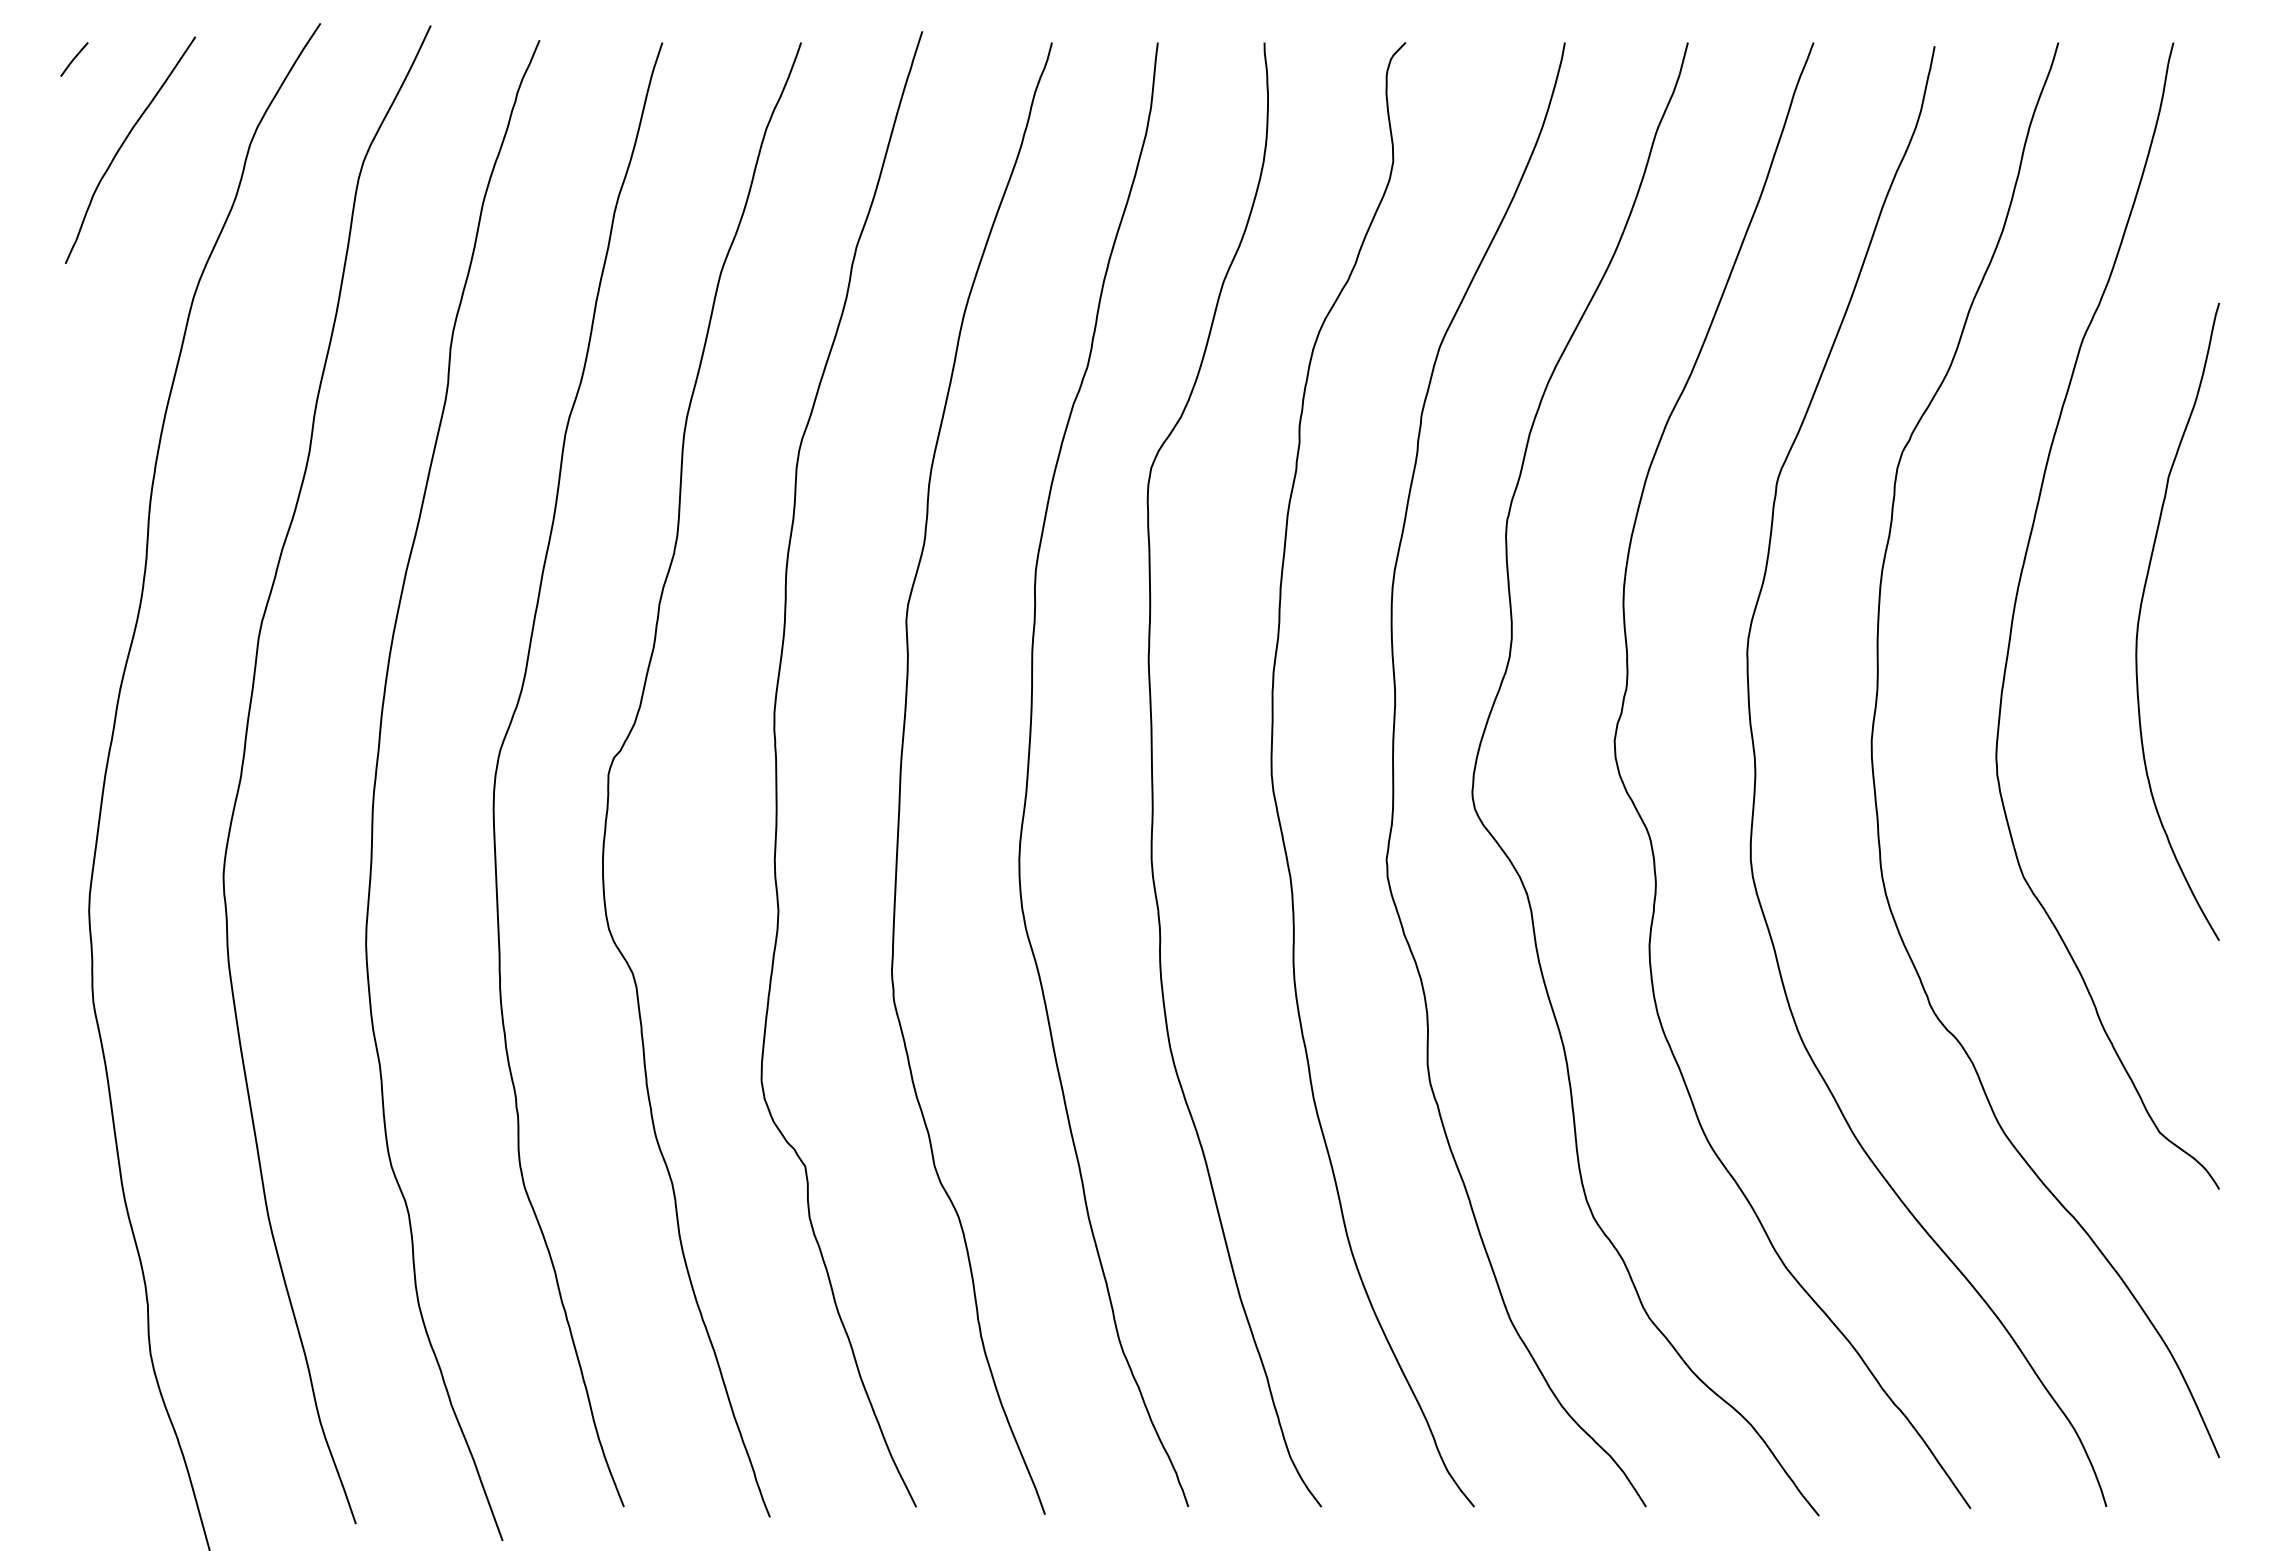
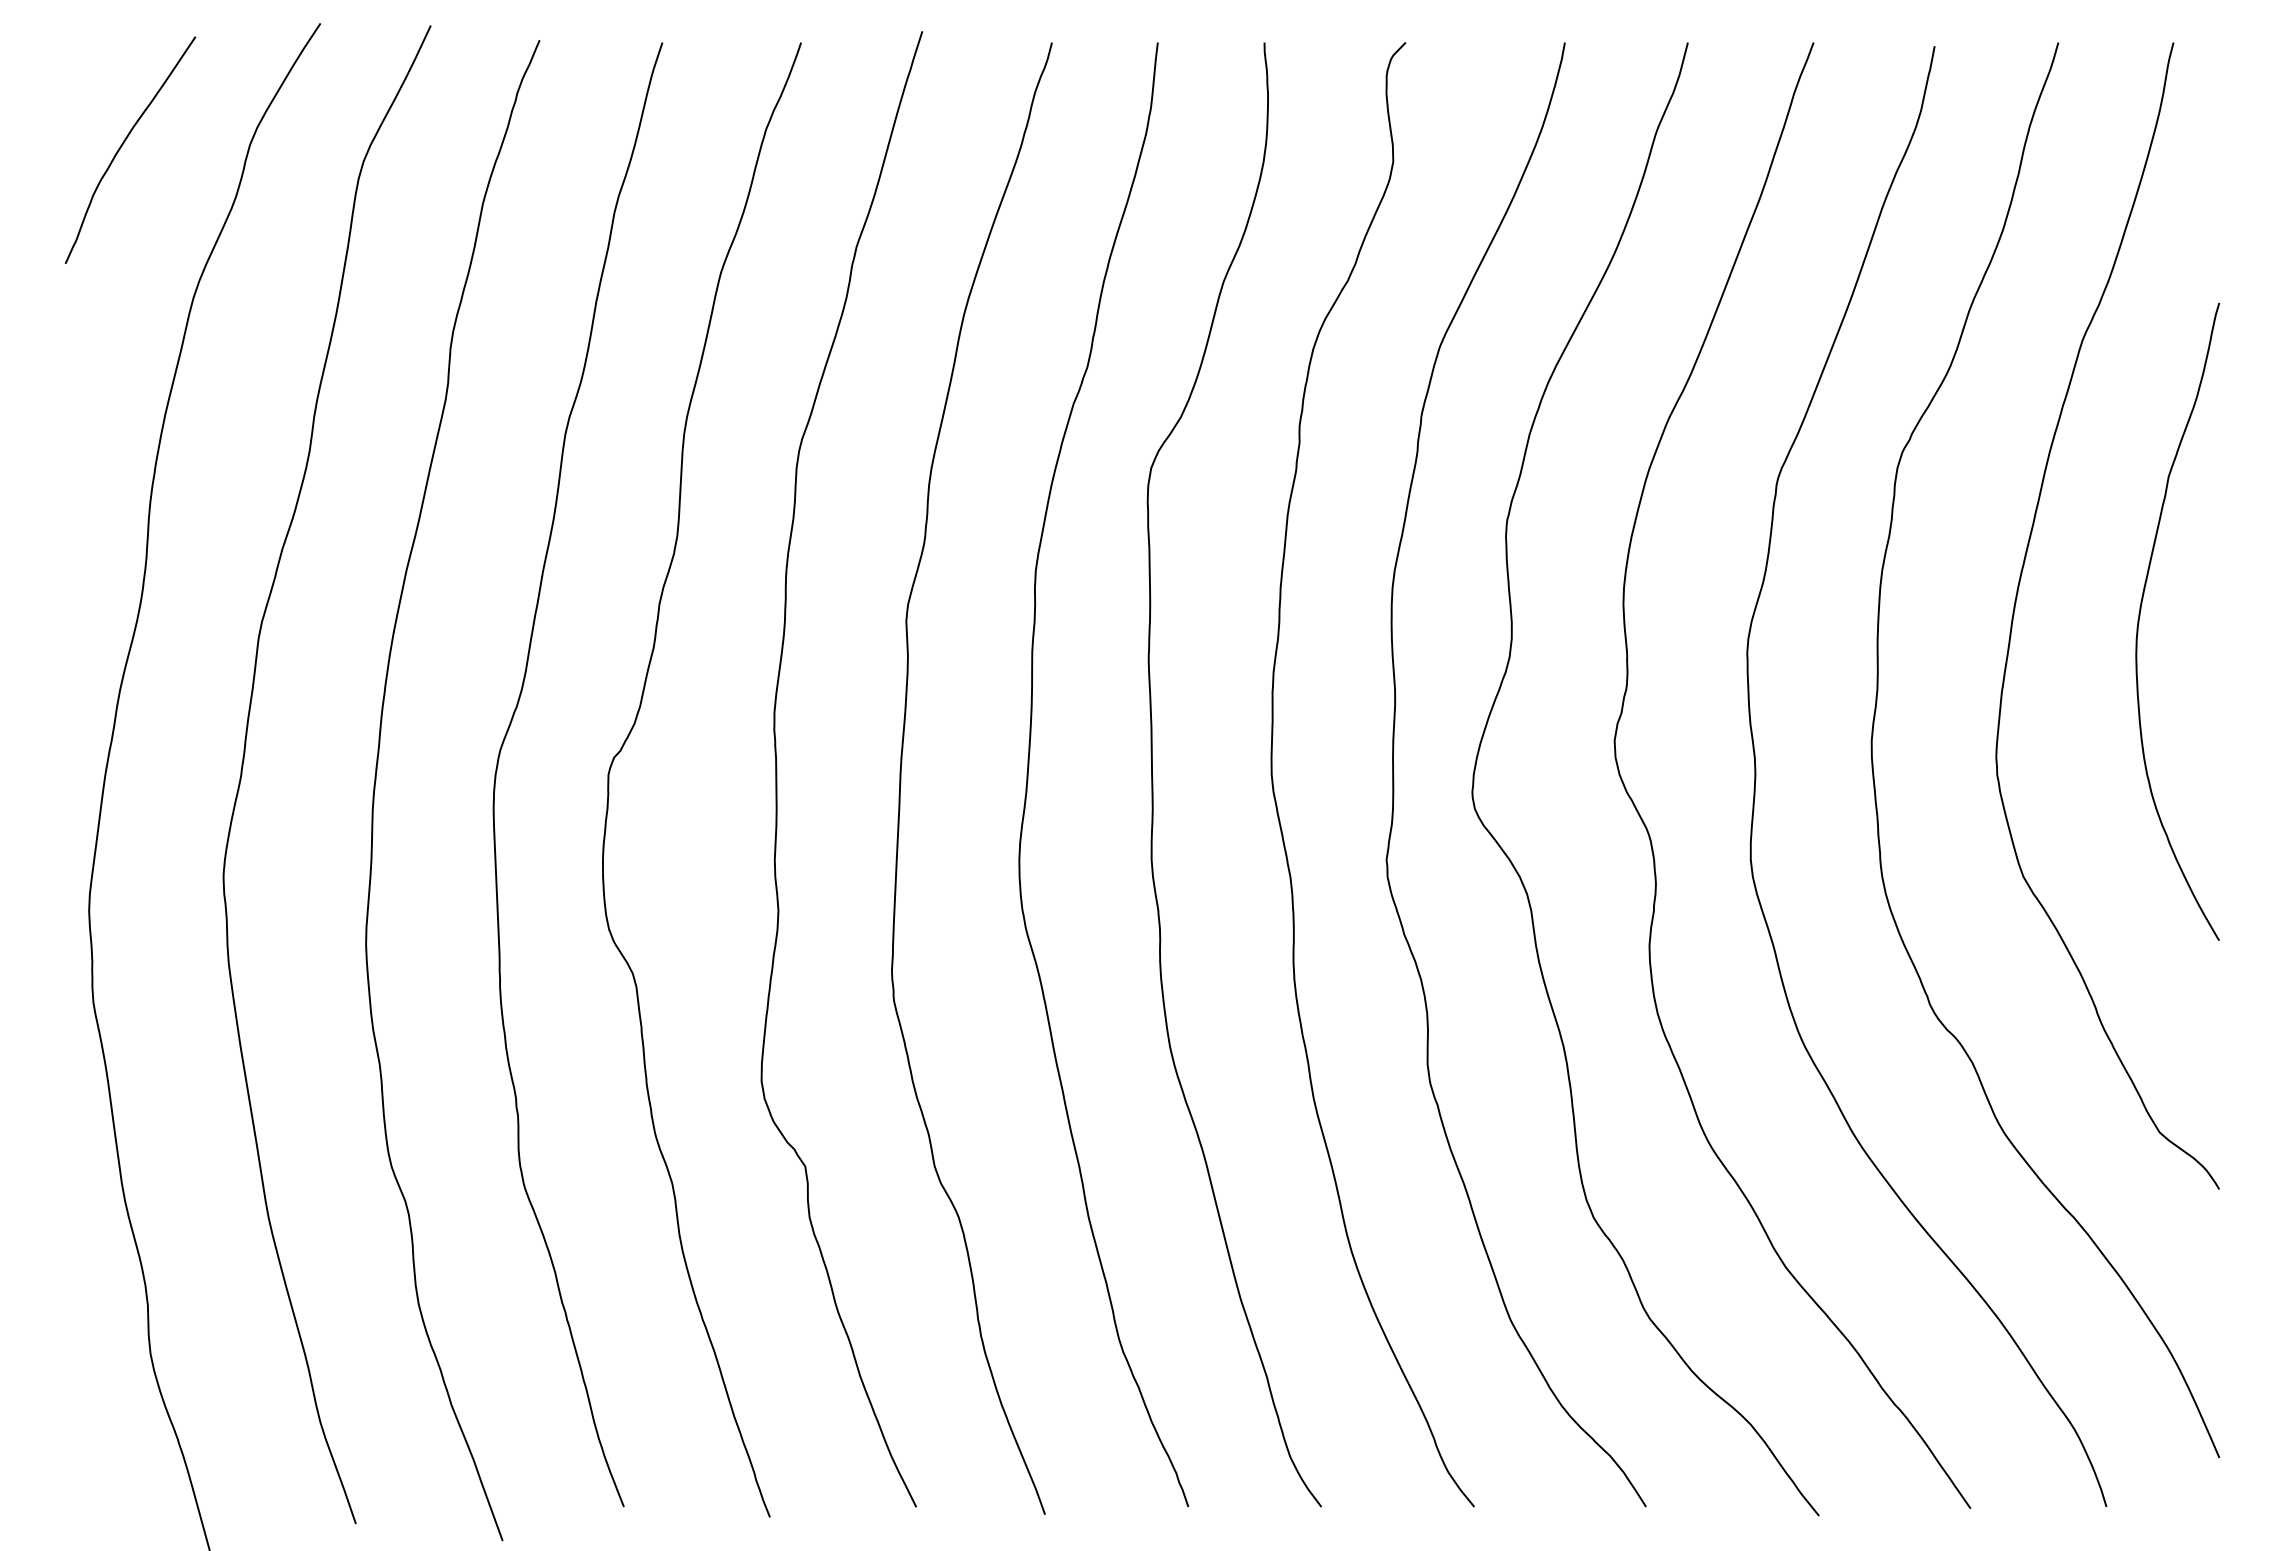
line at (74, 59): present -> none
